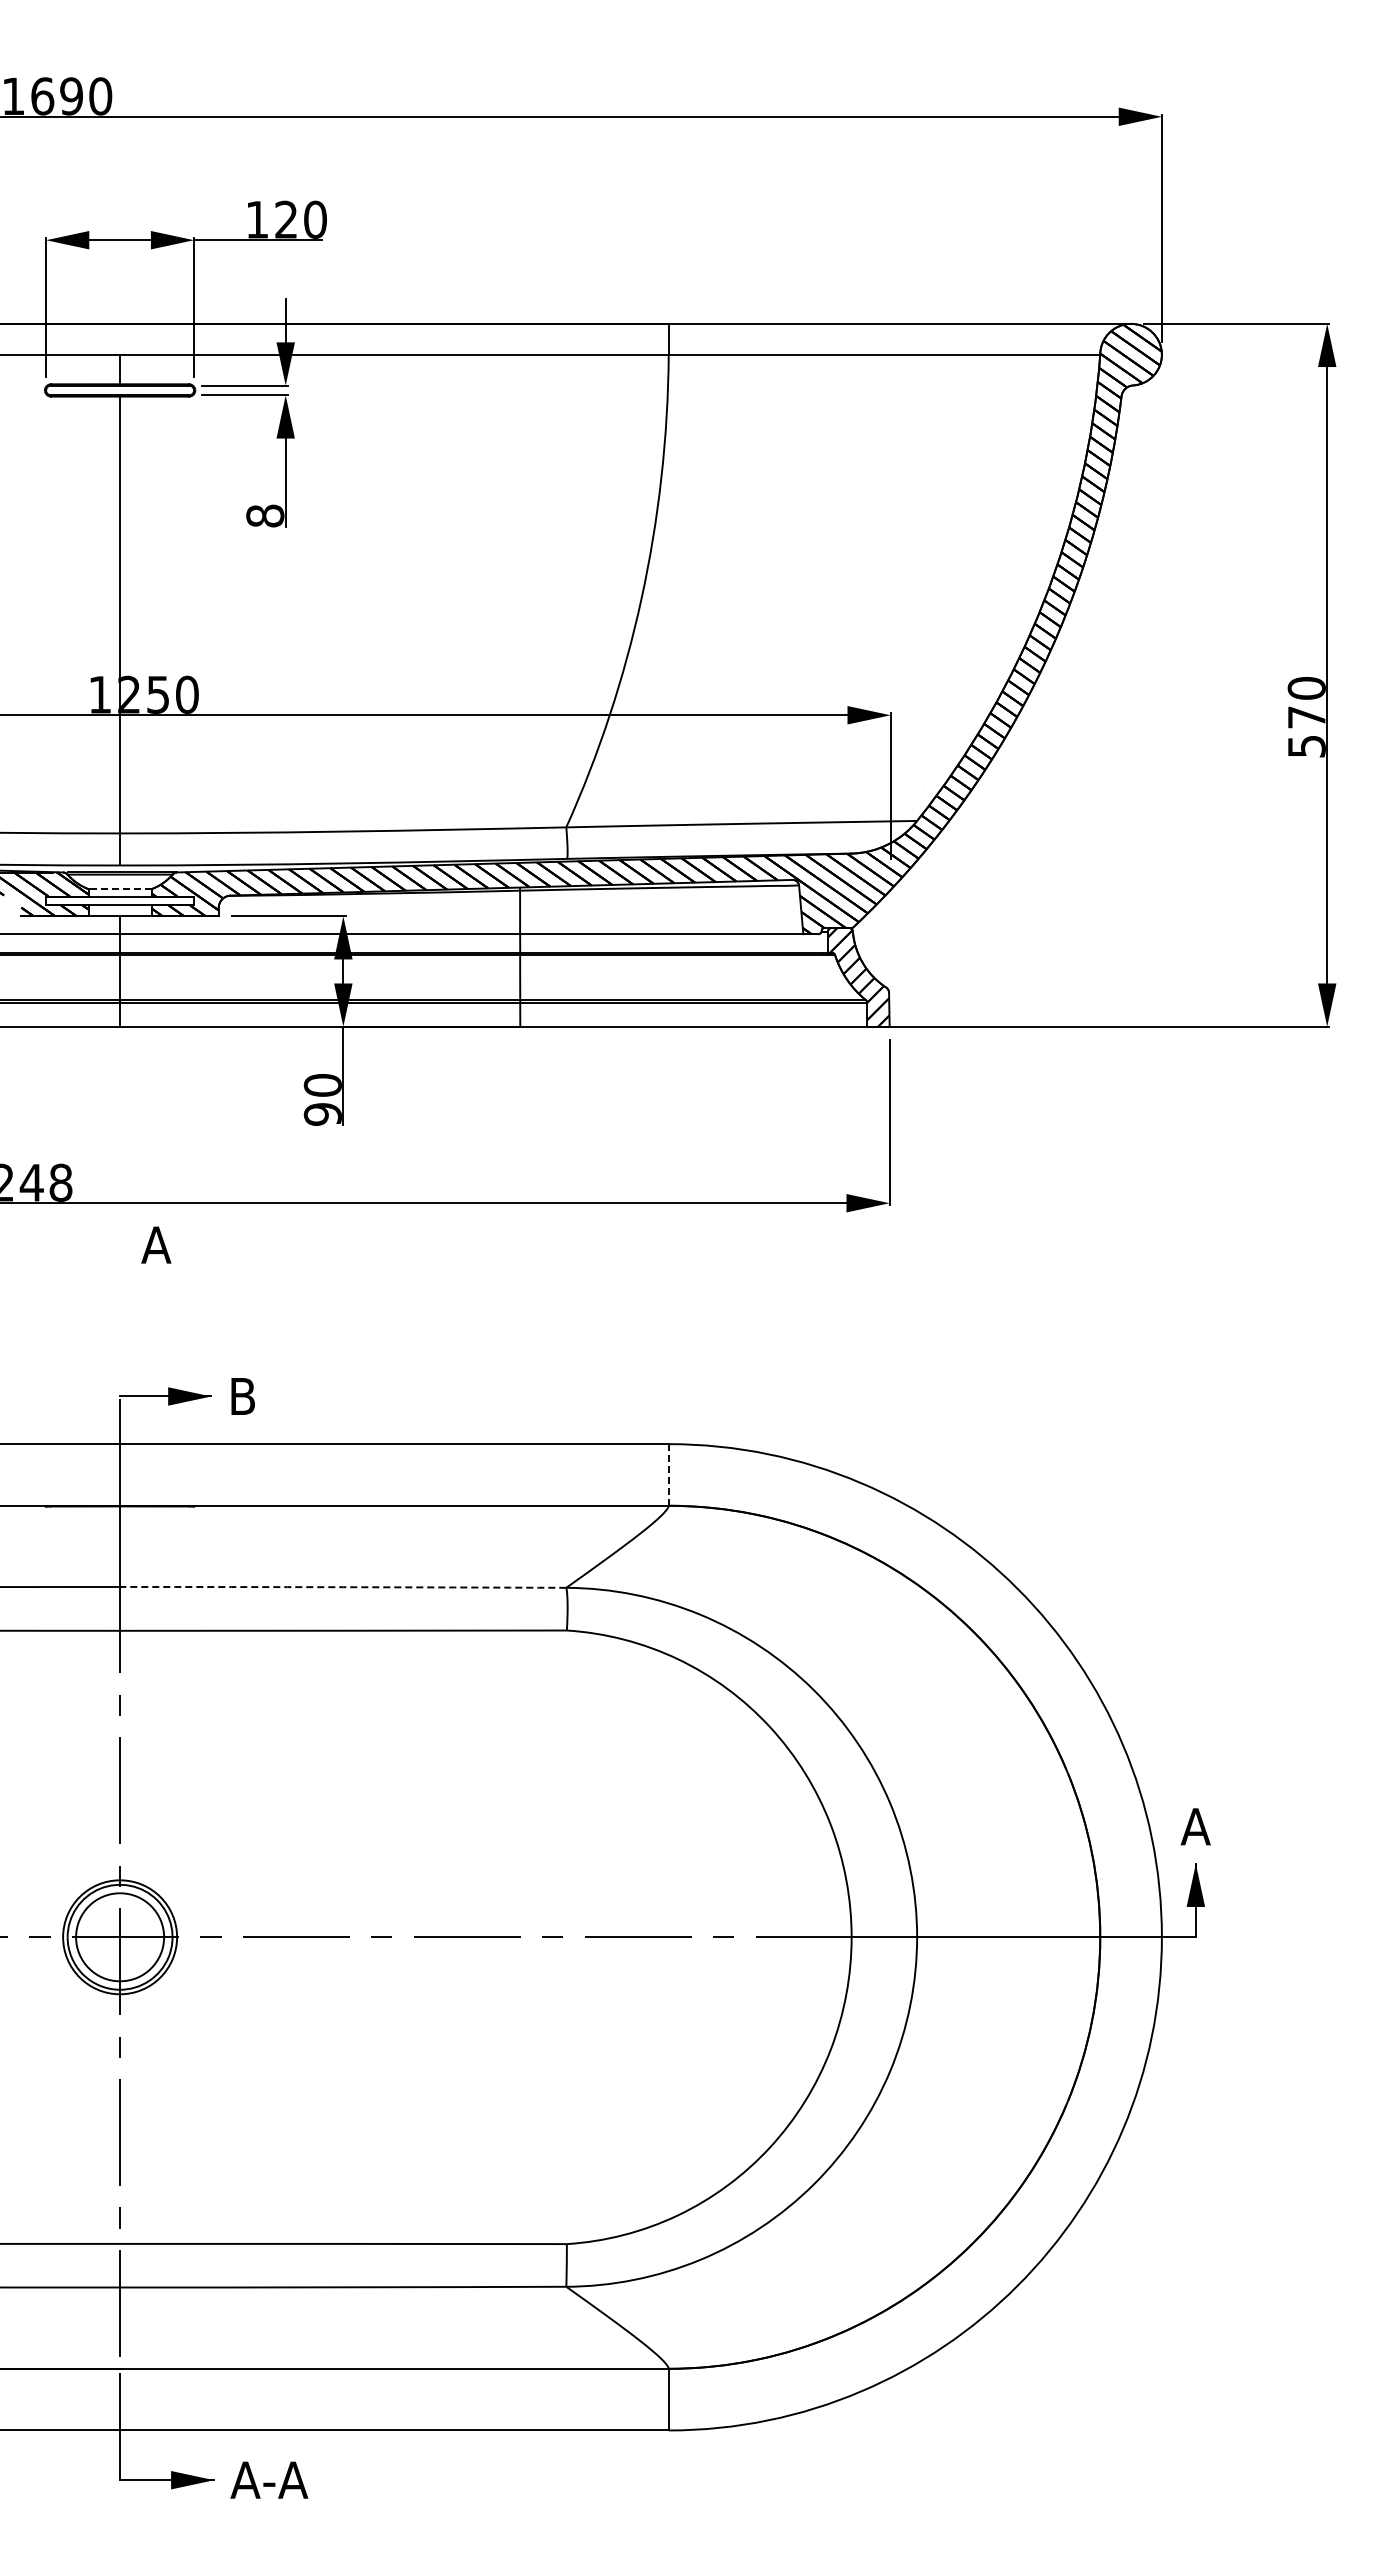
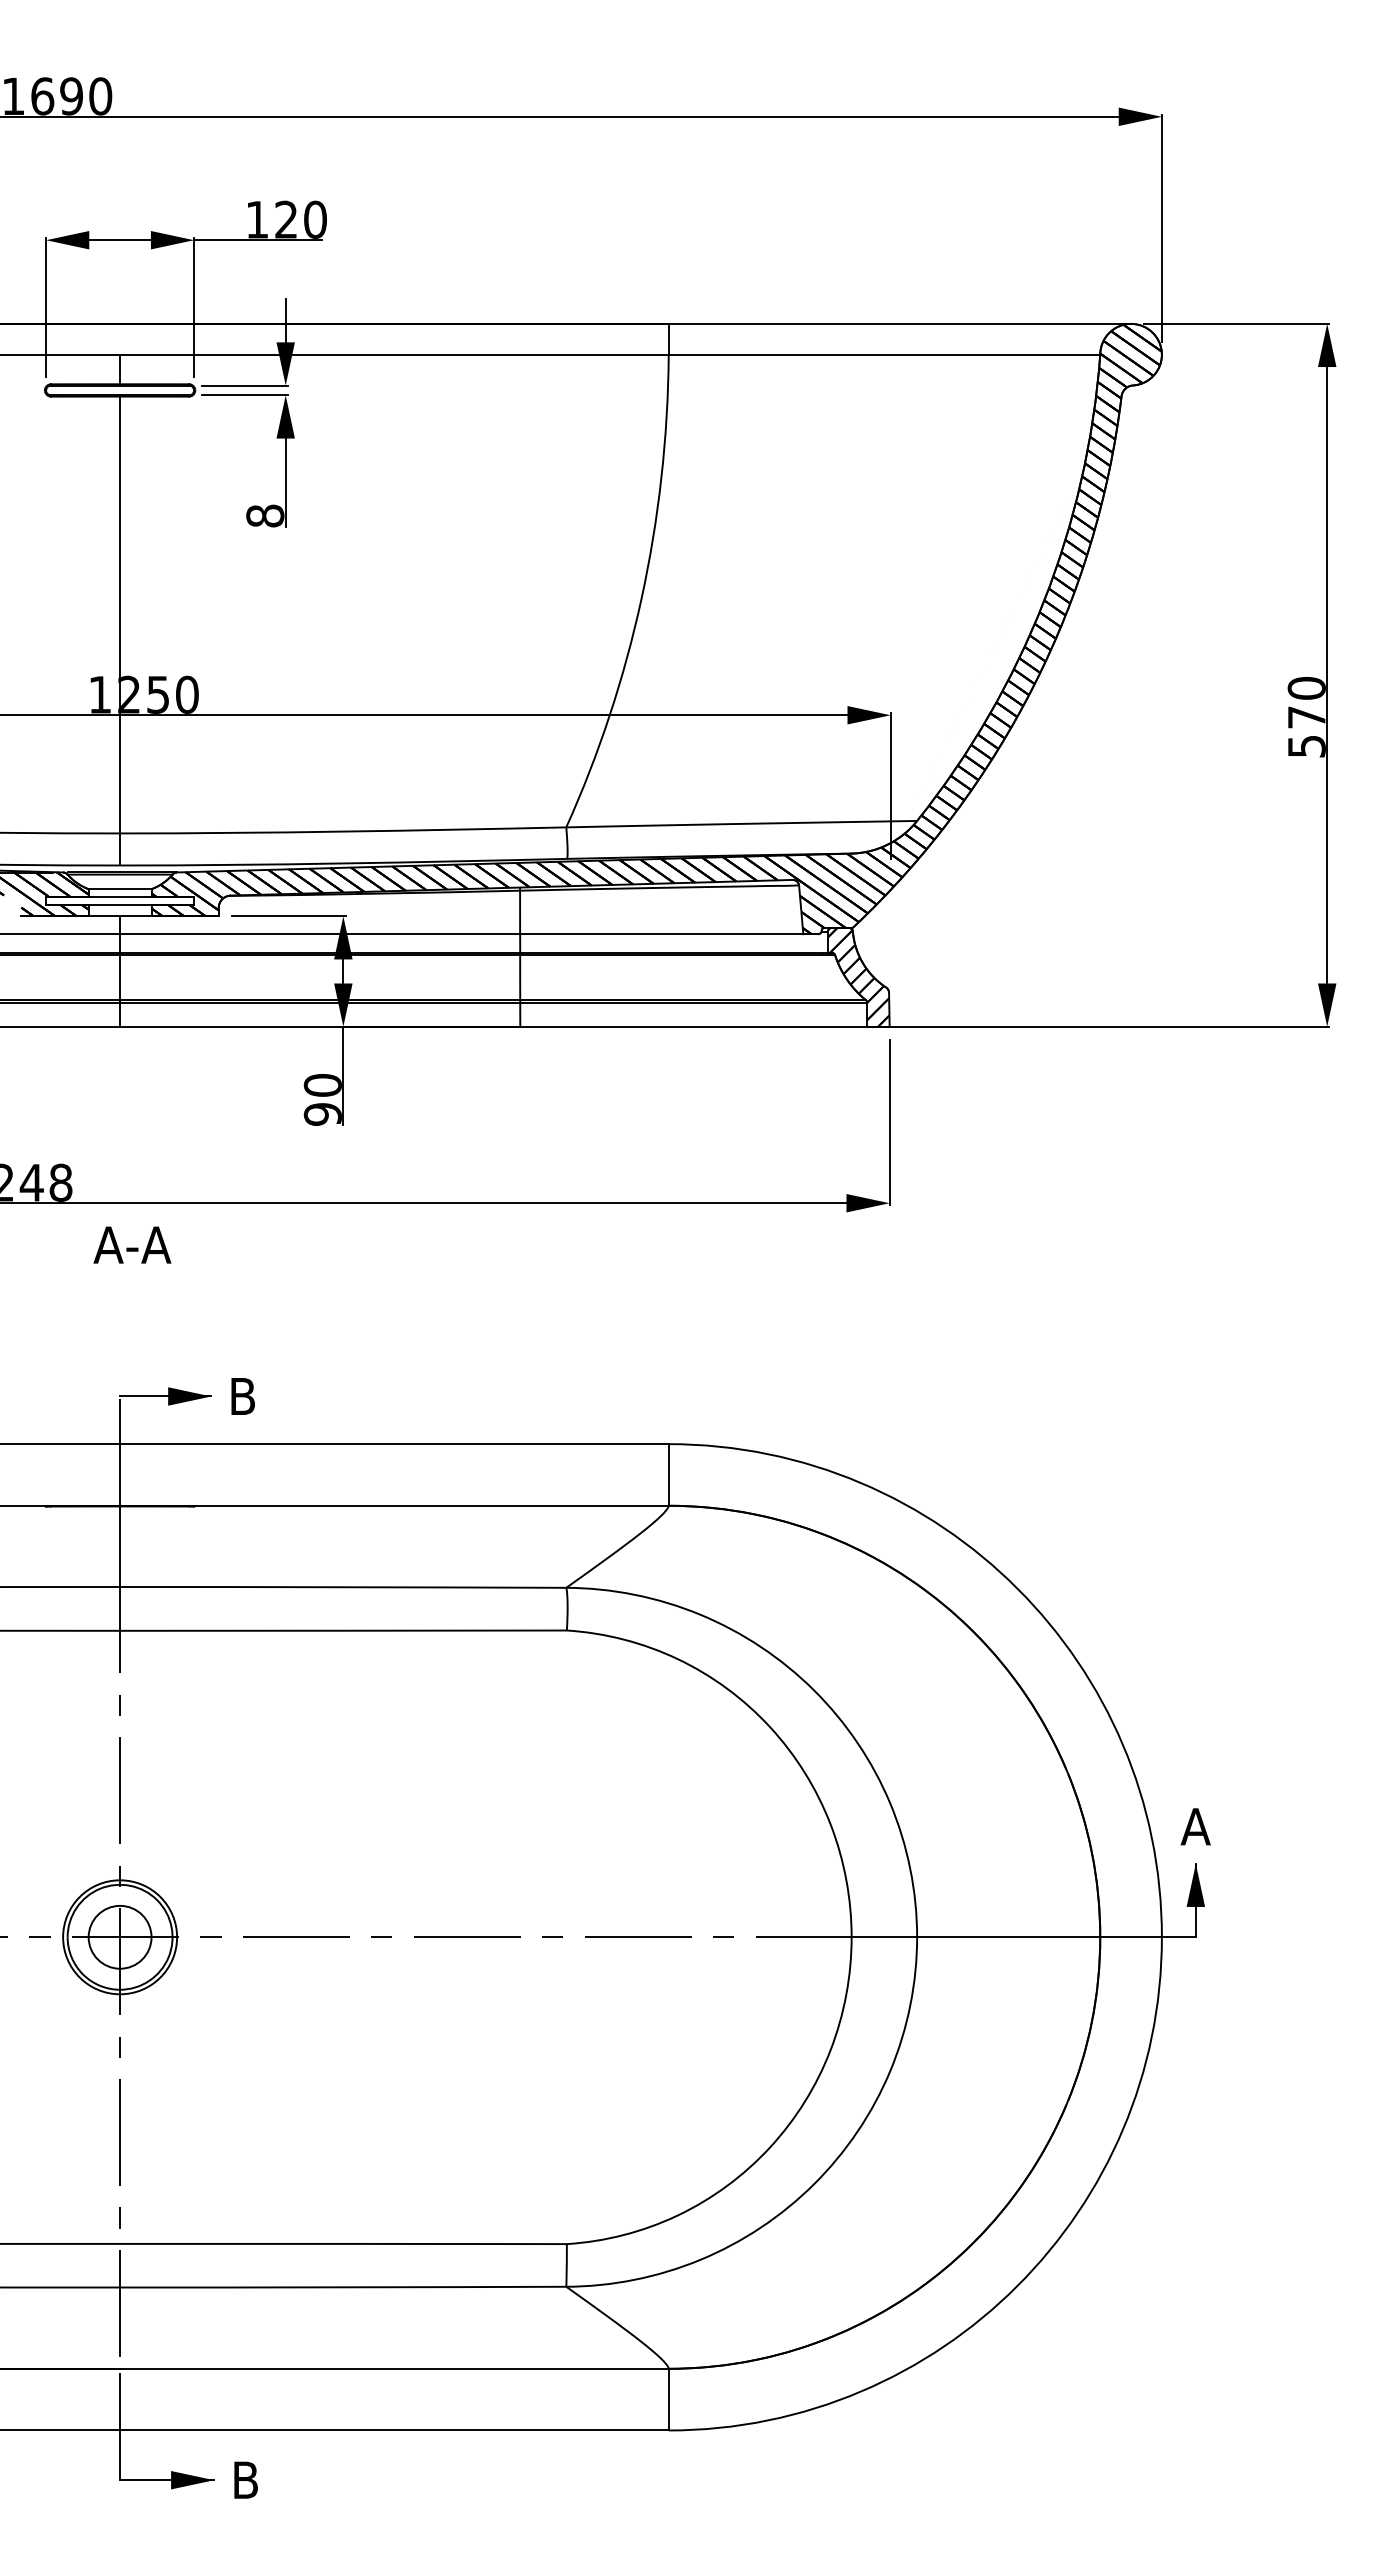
line at (119, 889): dashed -> solid
text at (115, 1244): A -> A-A
line at (668, 1474): dashed -> solid
arc at (343, 1587): dashed -> solid
circle at (120, 1937) diameter: 88 px -> 63 px
text at (269, 2479): A-A -> B
